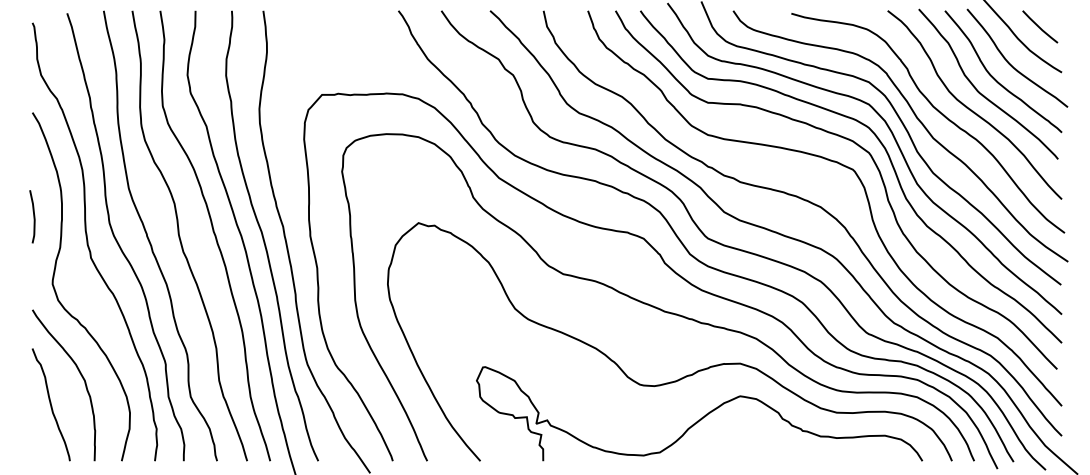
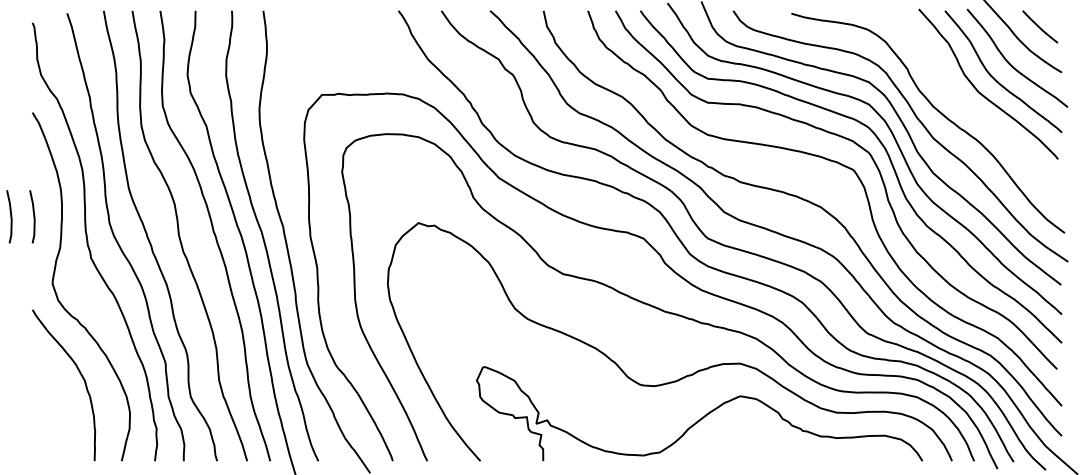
curve at (970, 108): present -> none
curve at (10, 216): none -> present
curve at (50, 404): present -> none
